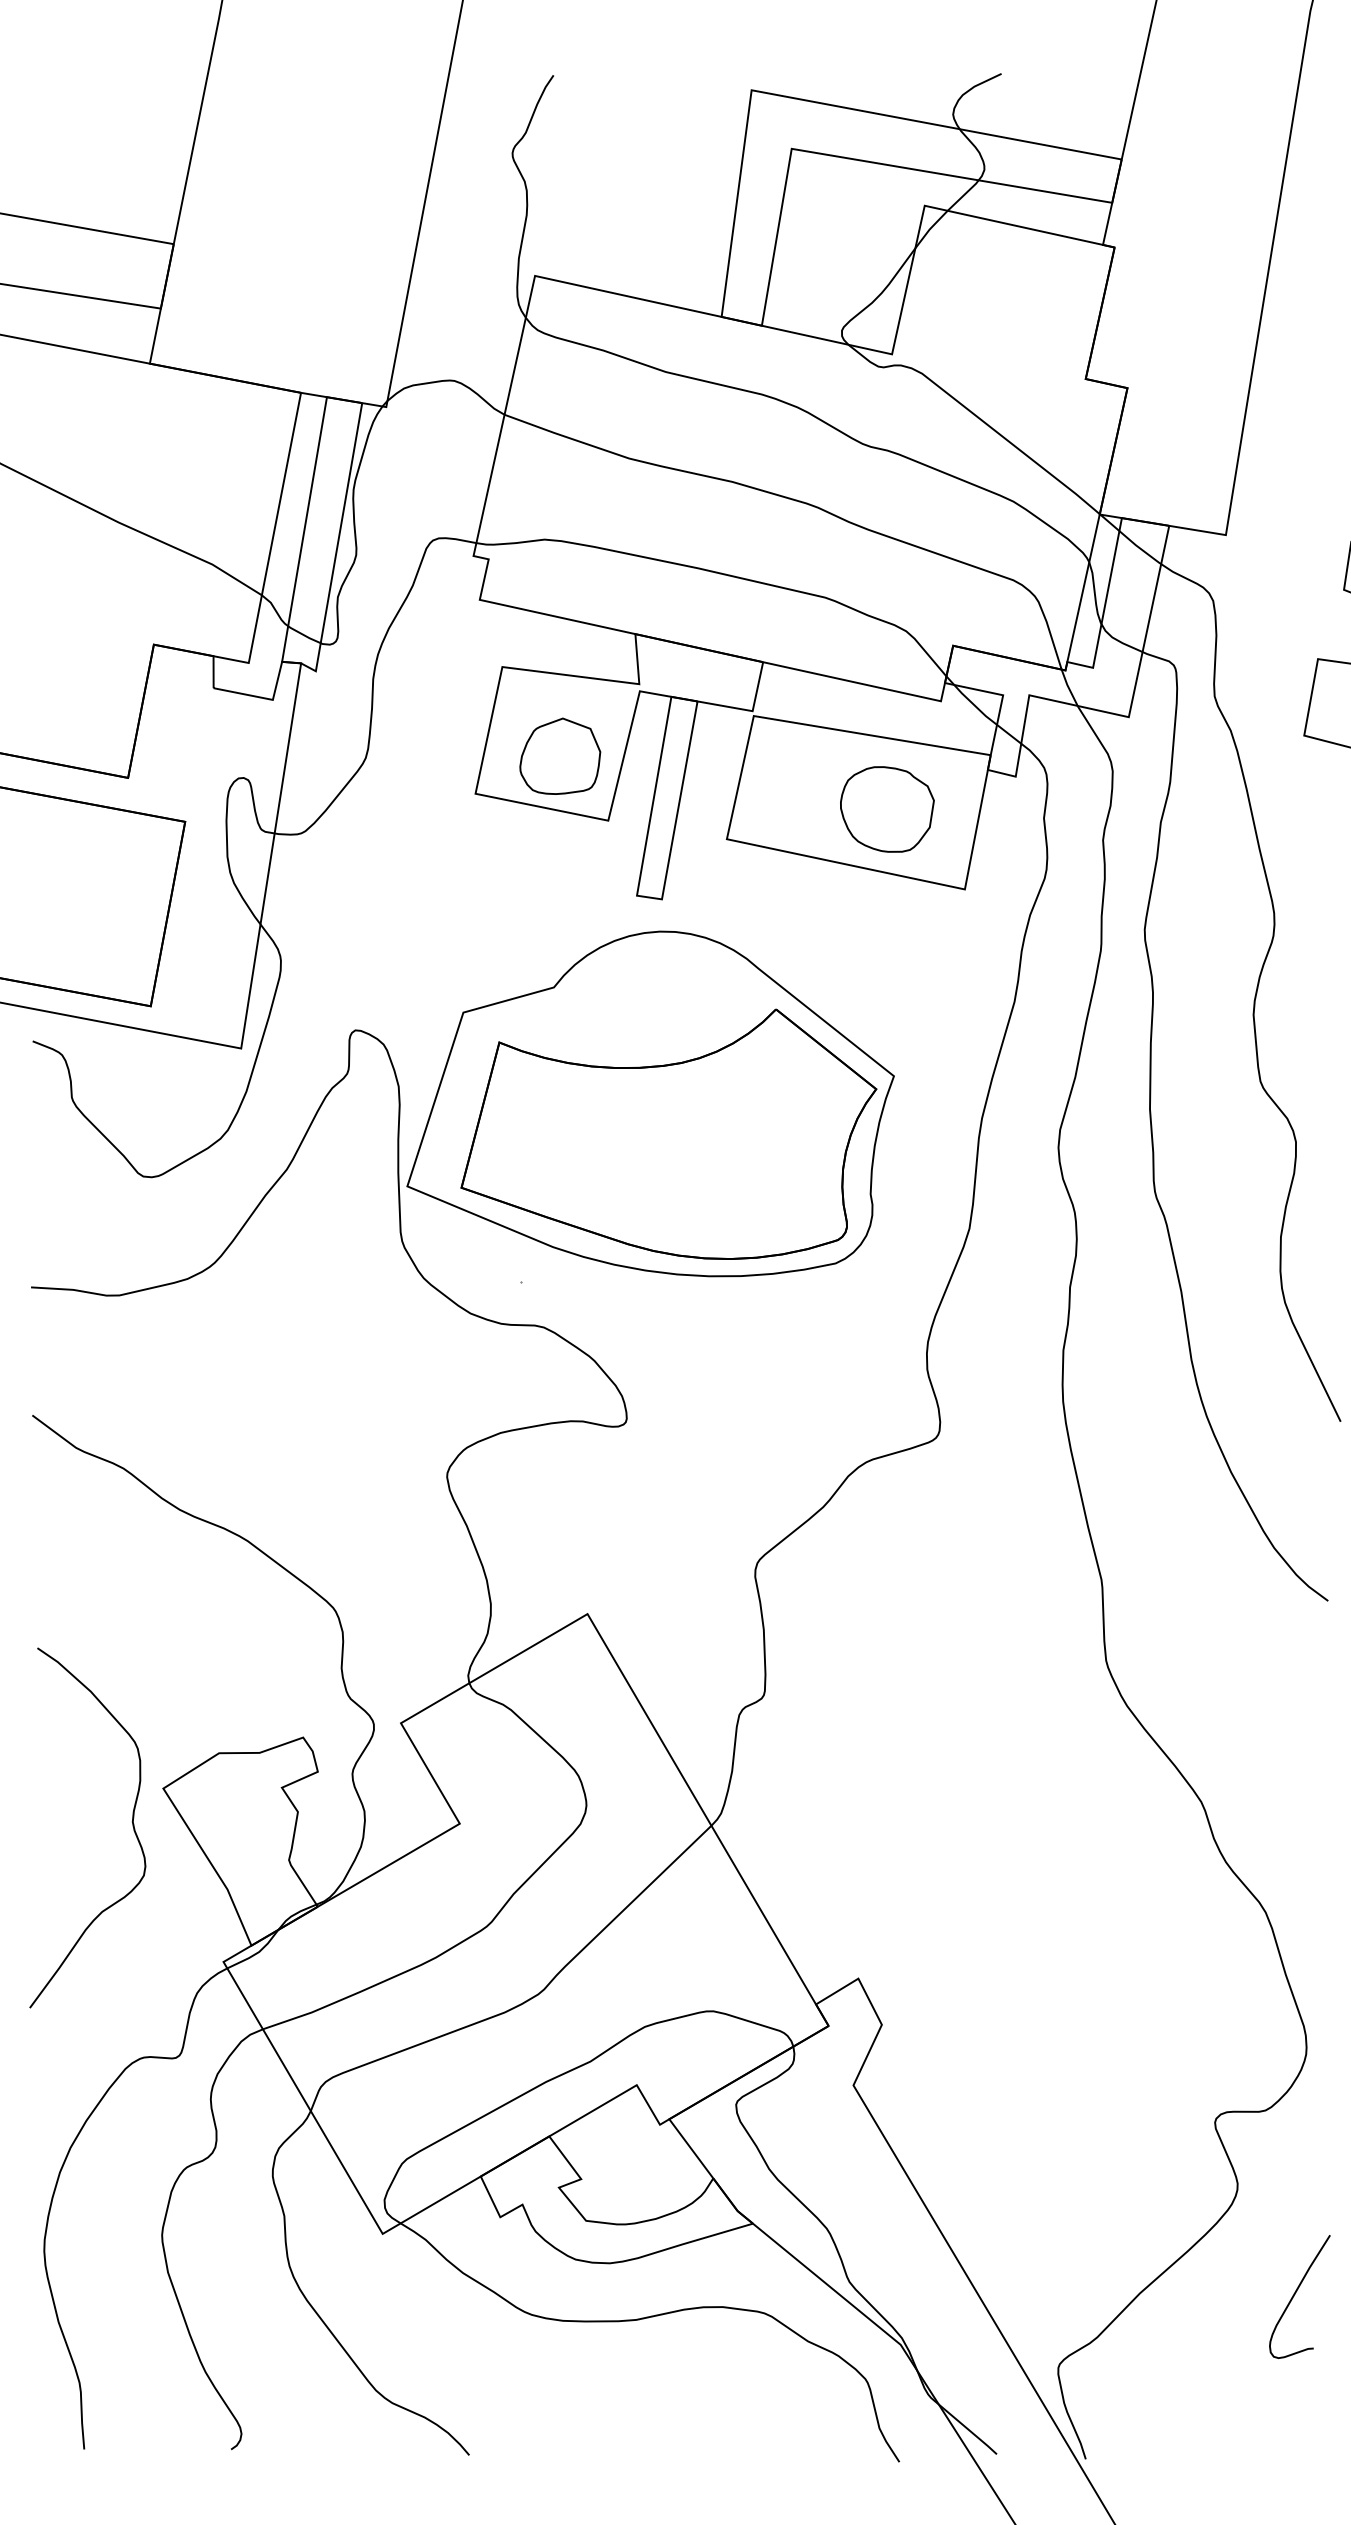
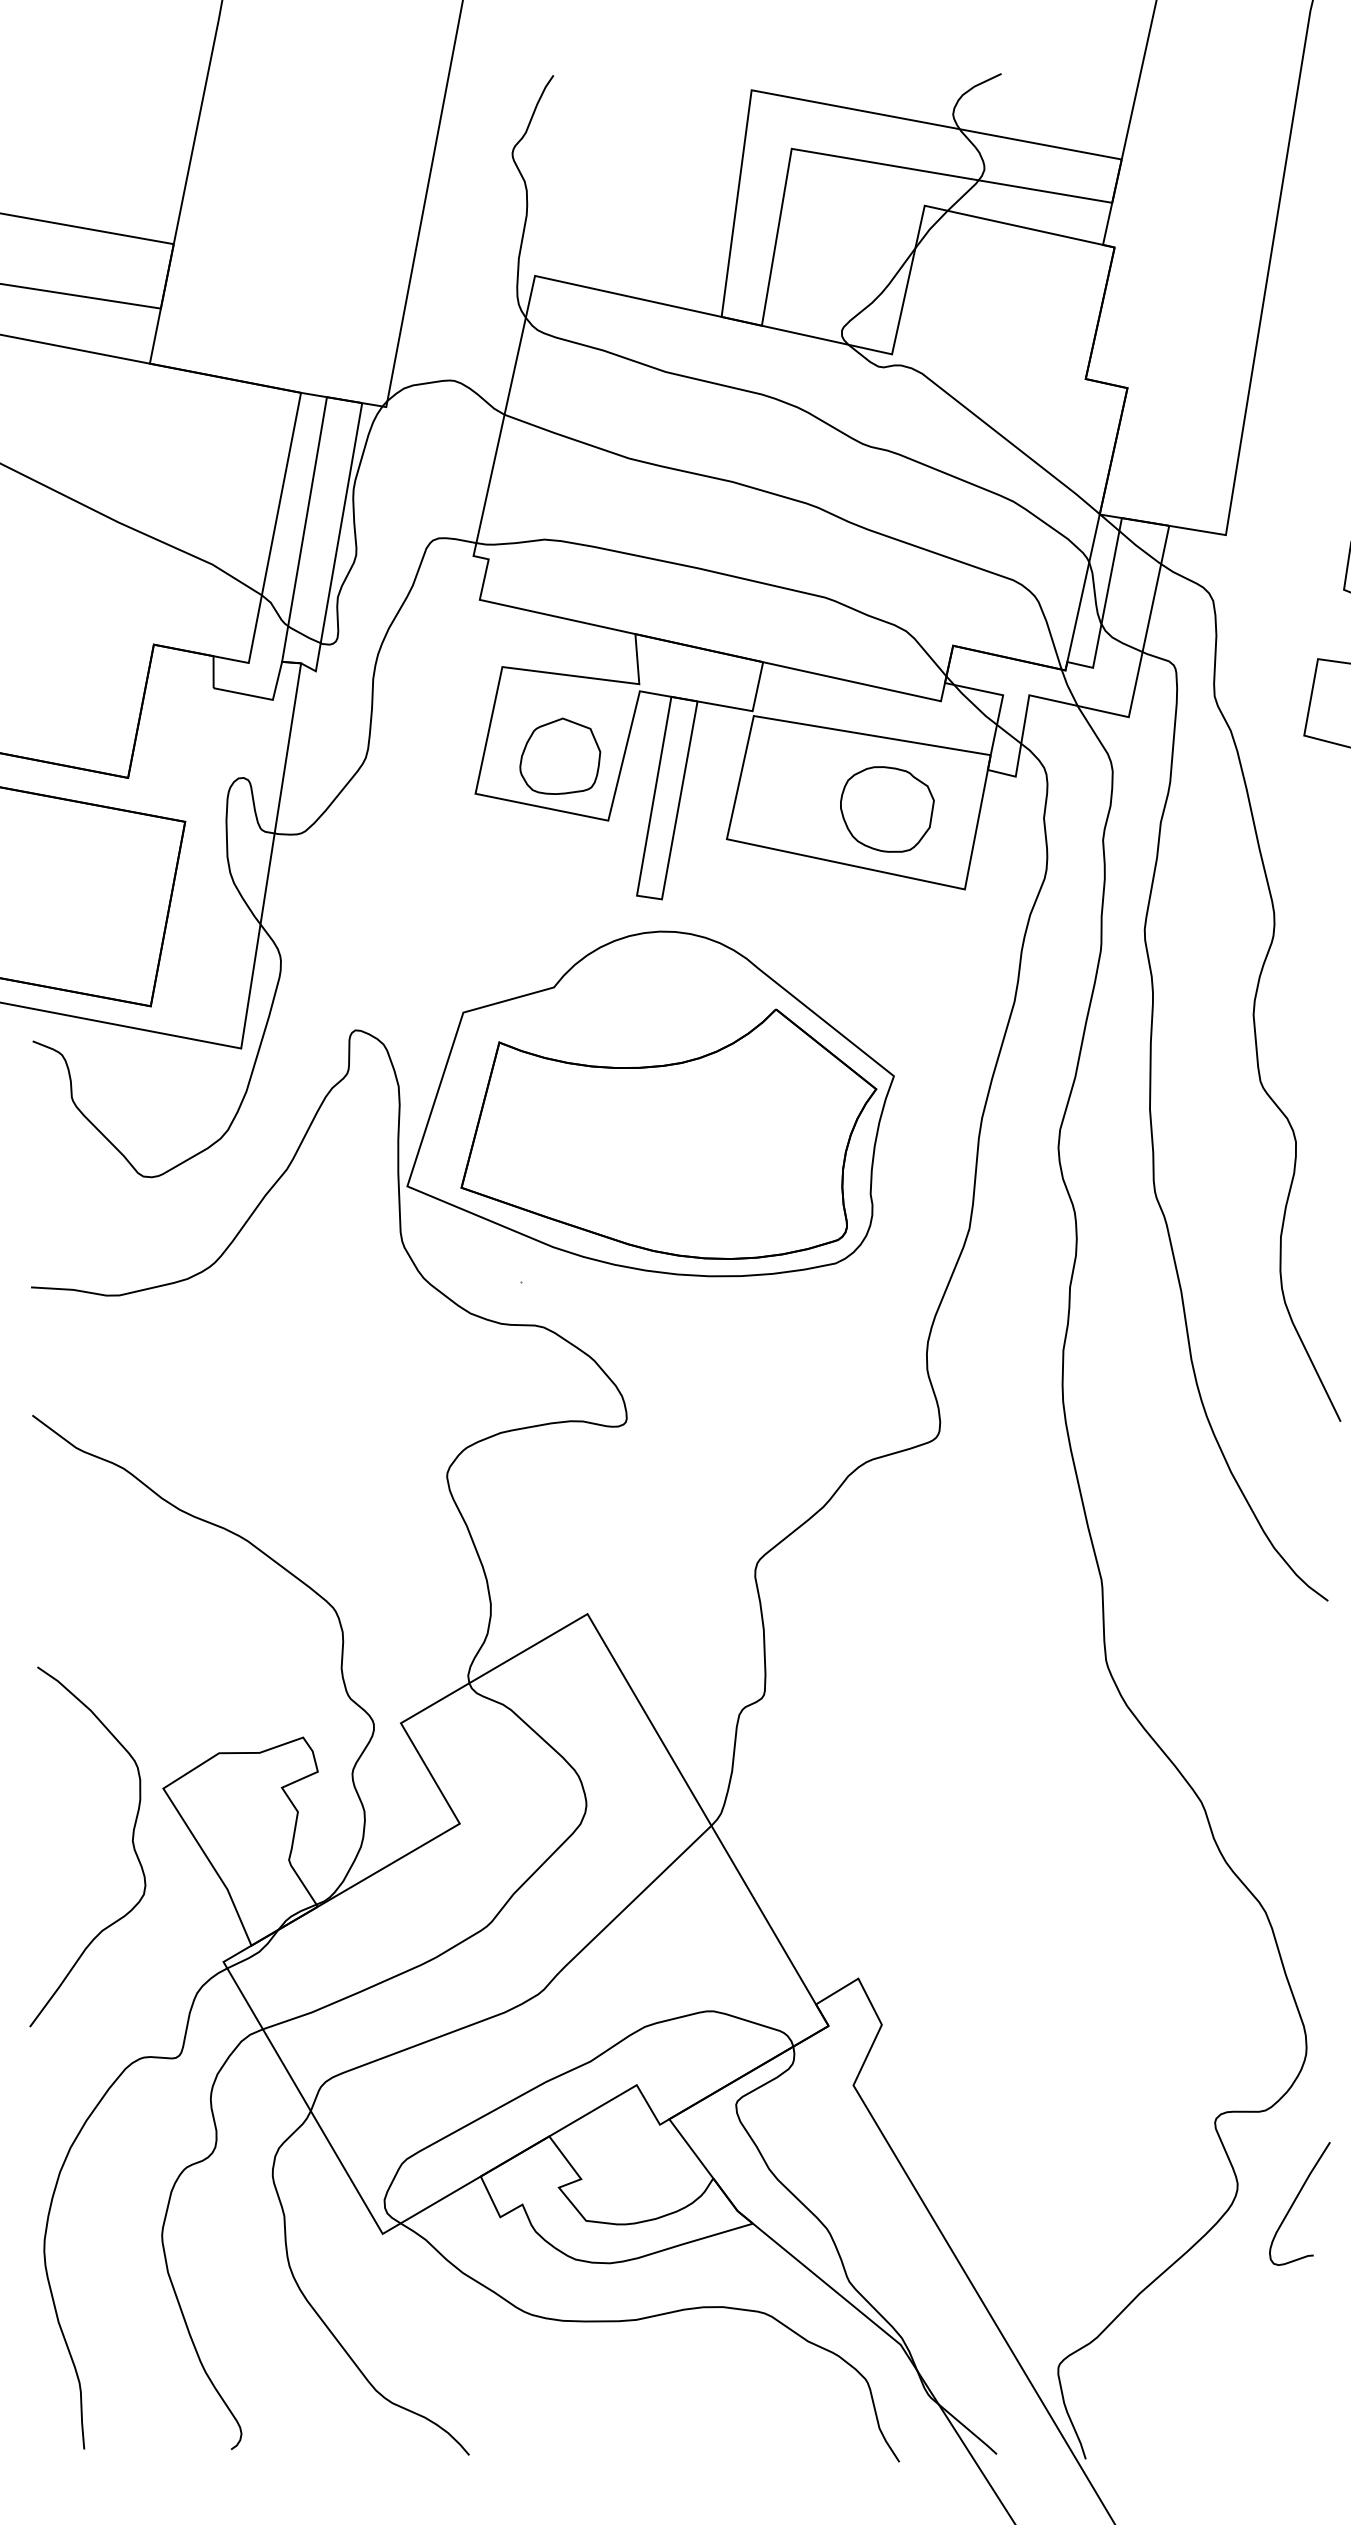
curve at (132, 1826) position: (132, 1826) -> (132, 1845)
curve at (1295, 2294) position: (1295, 2294) -> (1295, 2201)
